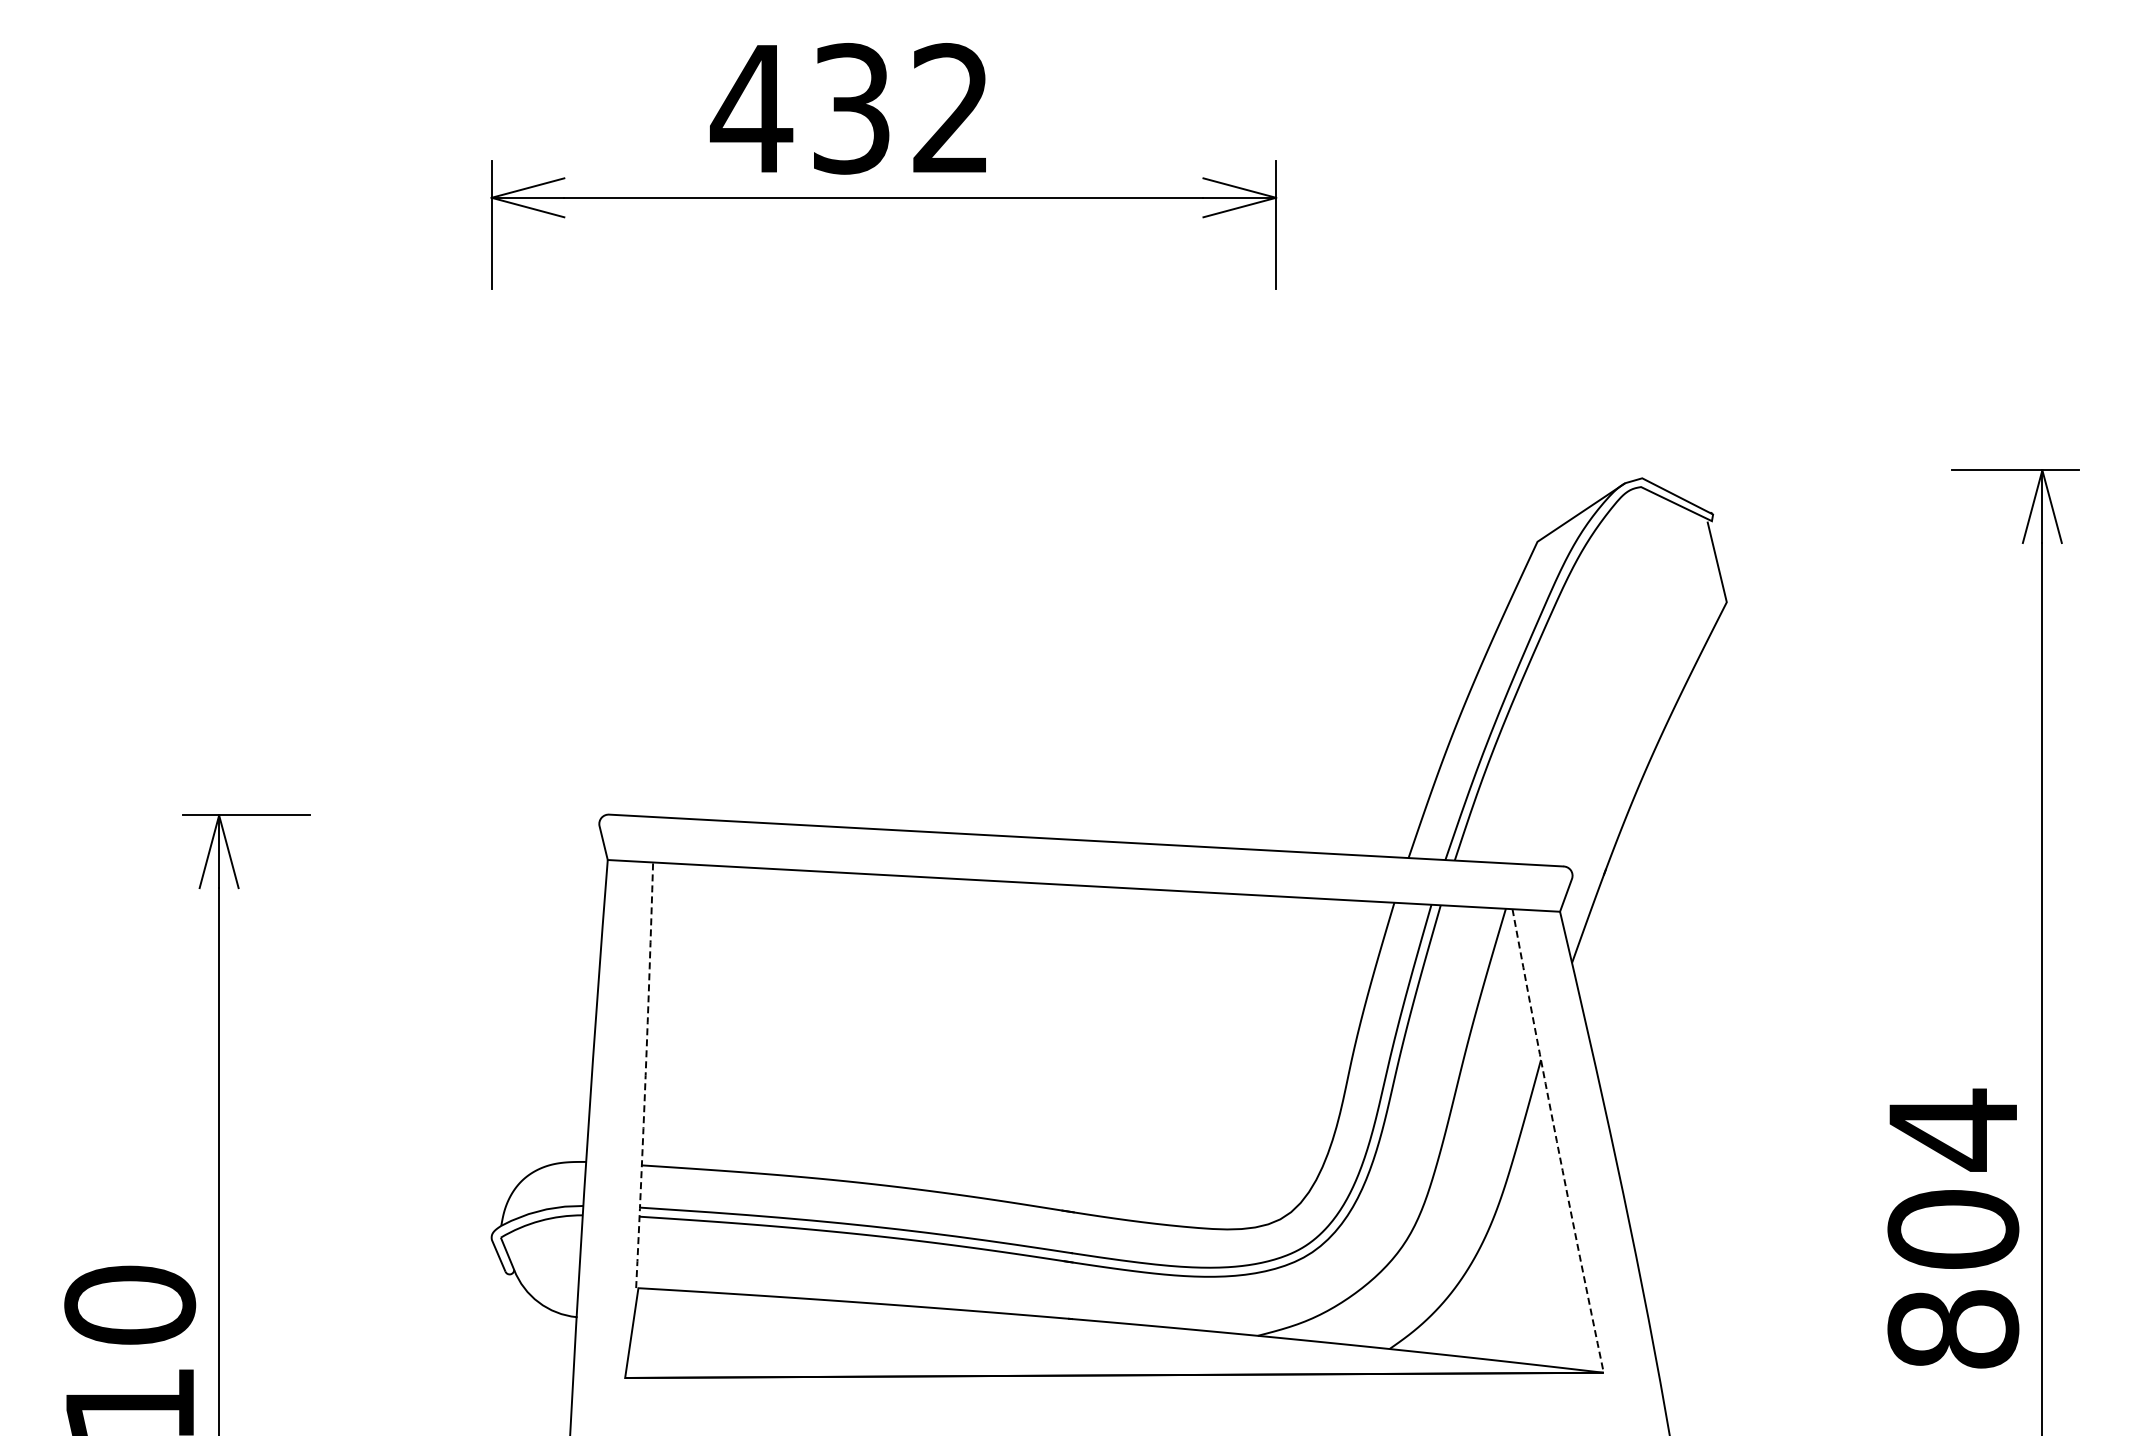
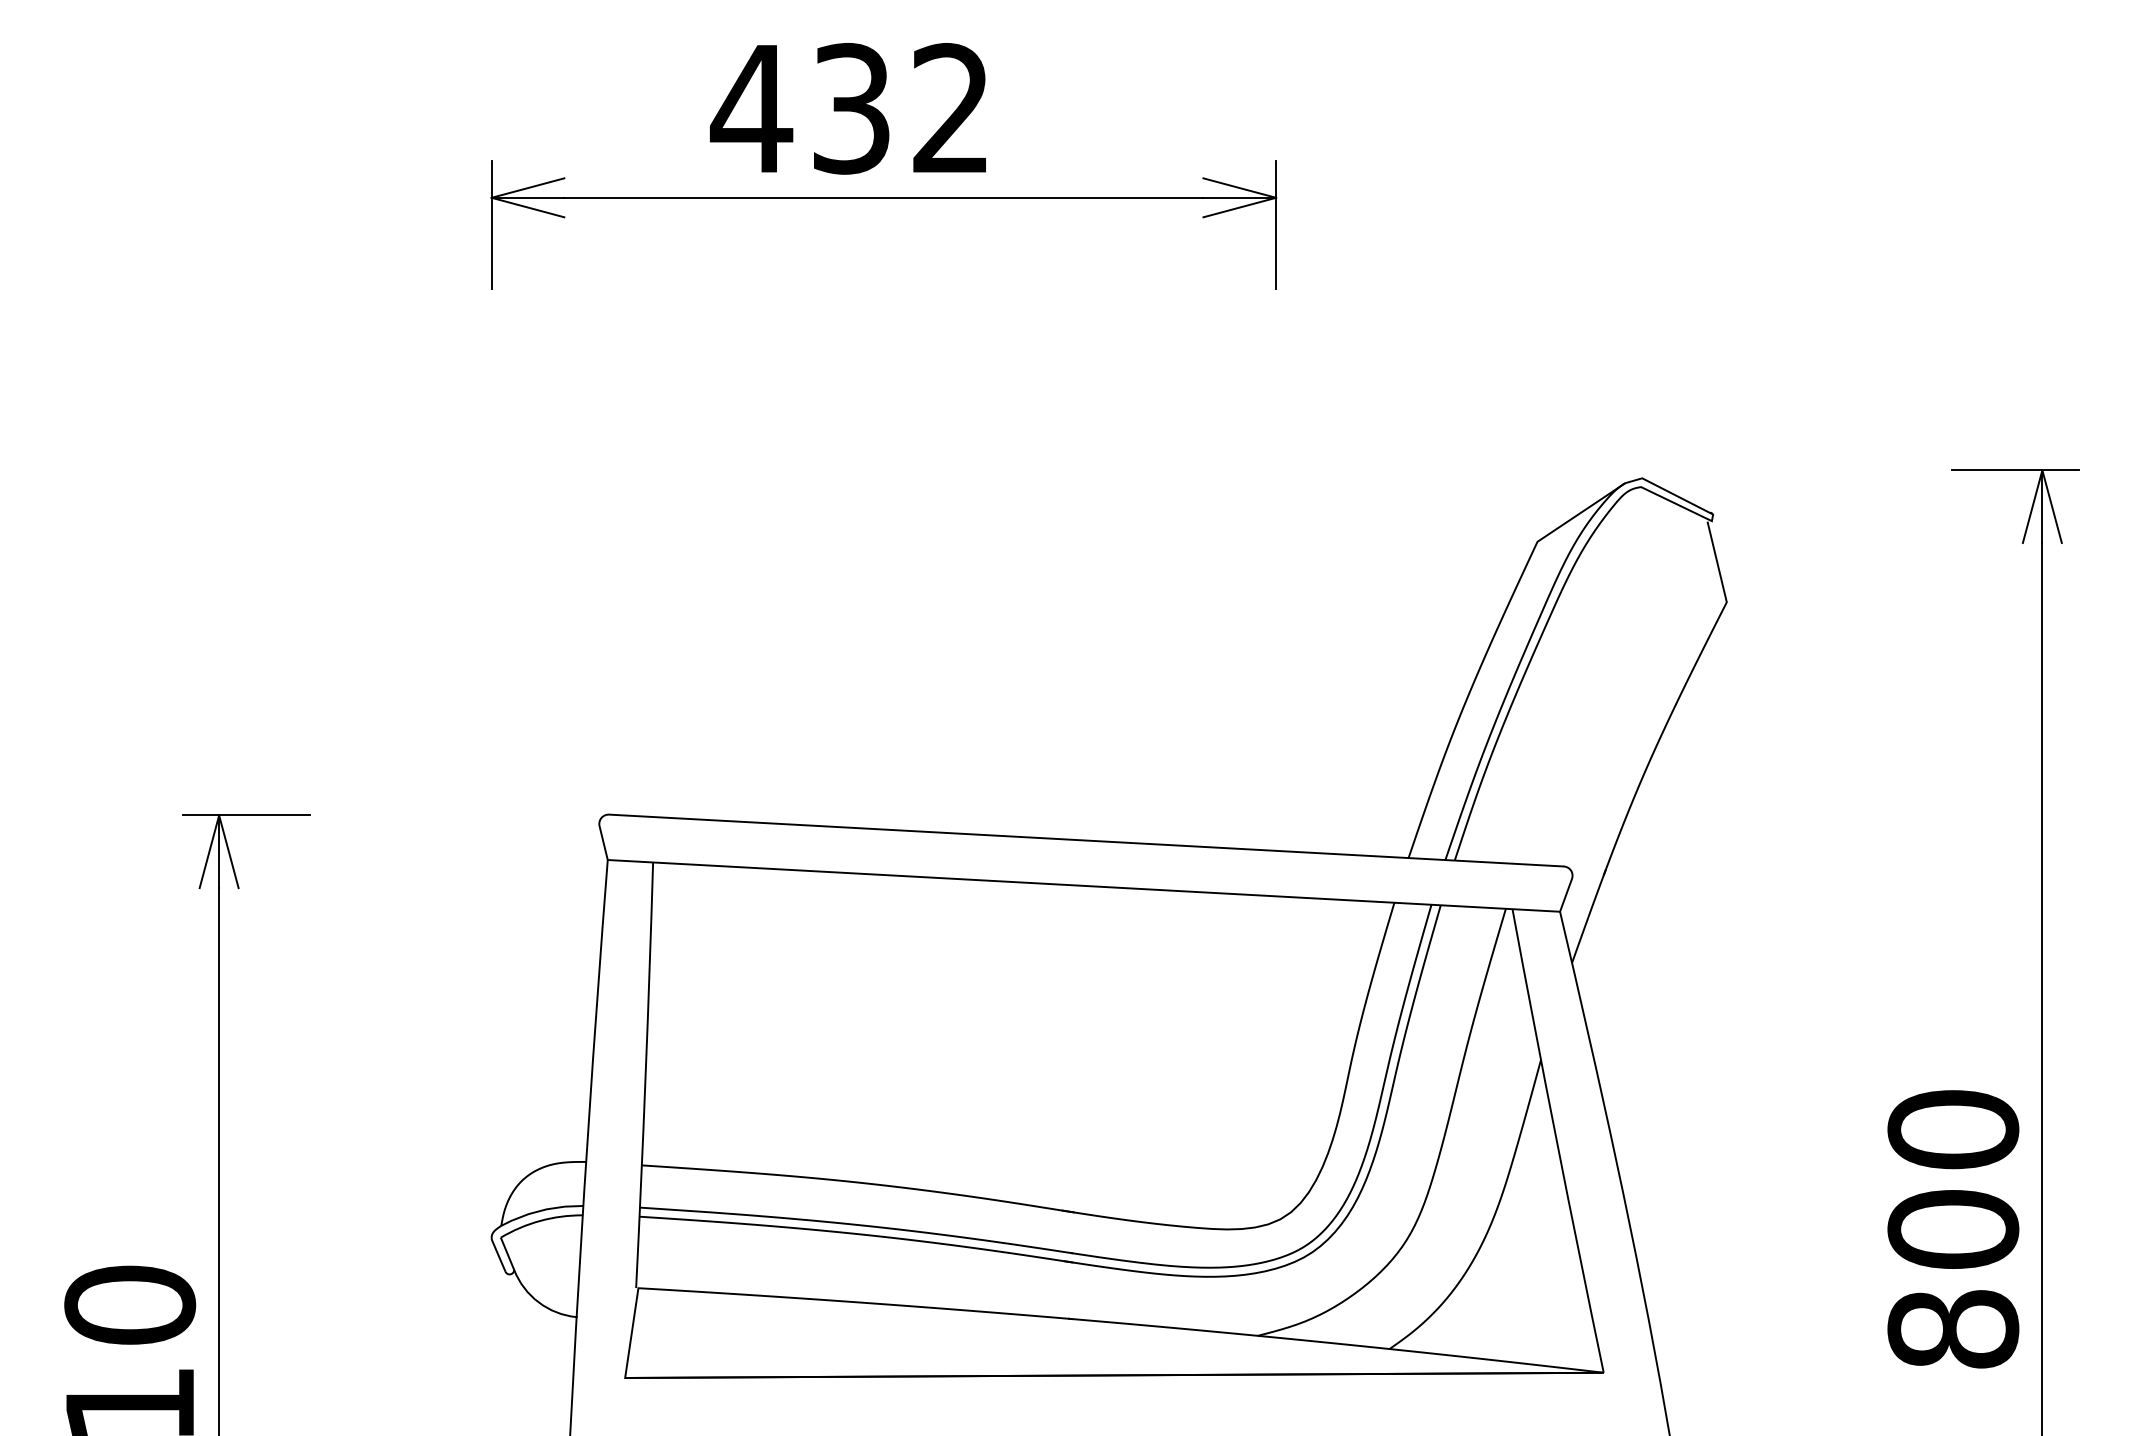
arc at (645, 1075): dashed -> solid
text at (1953, 1129): 804 -> 800
arc at (1556, 1141): dashed -> solid
